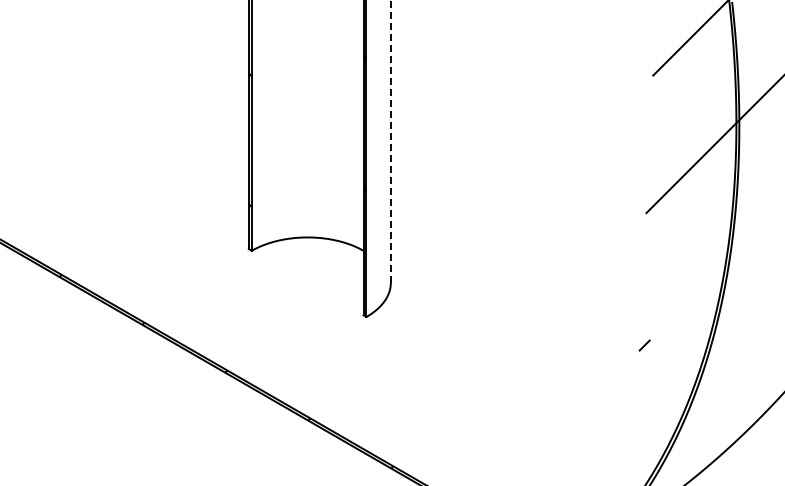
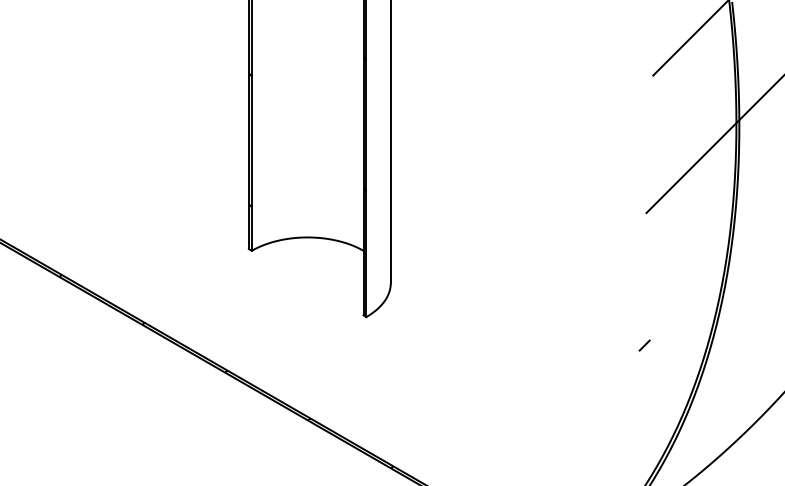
line at (390, 141): dashed -> solid
